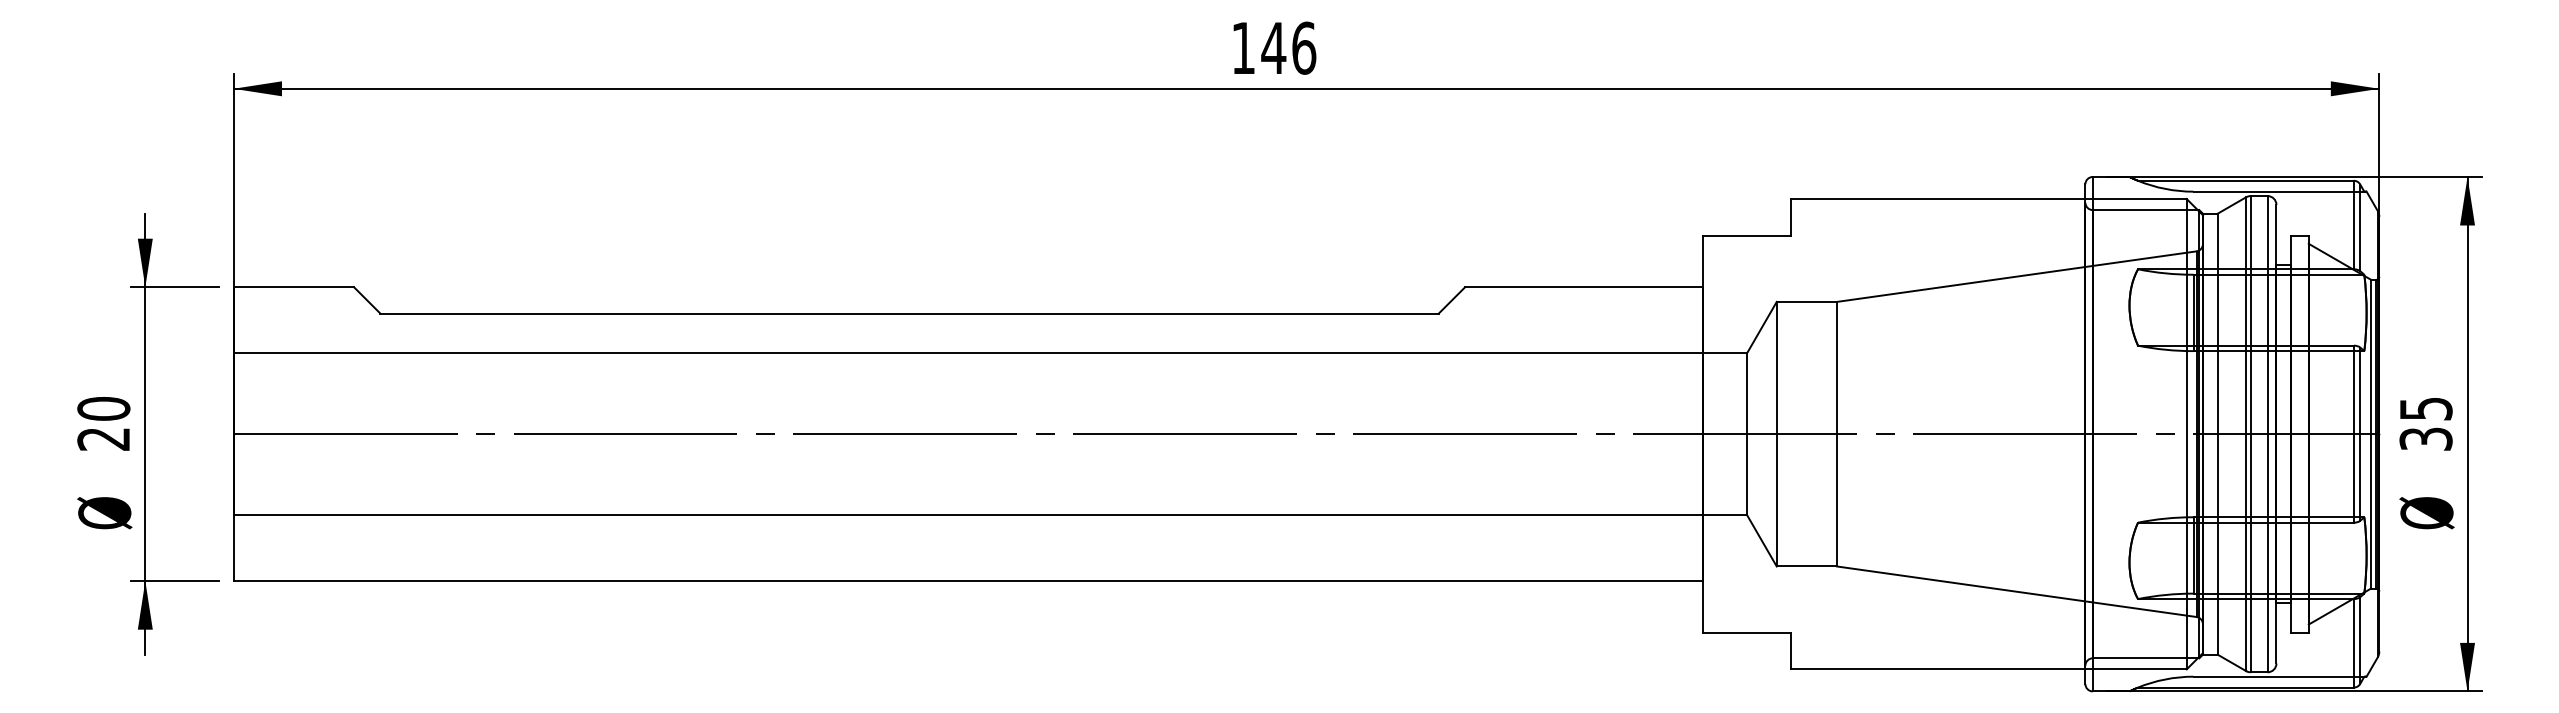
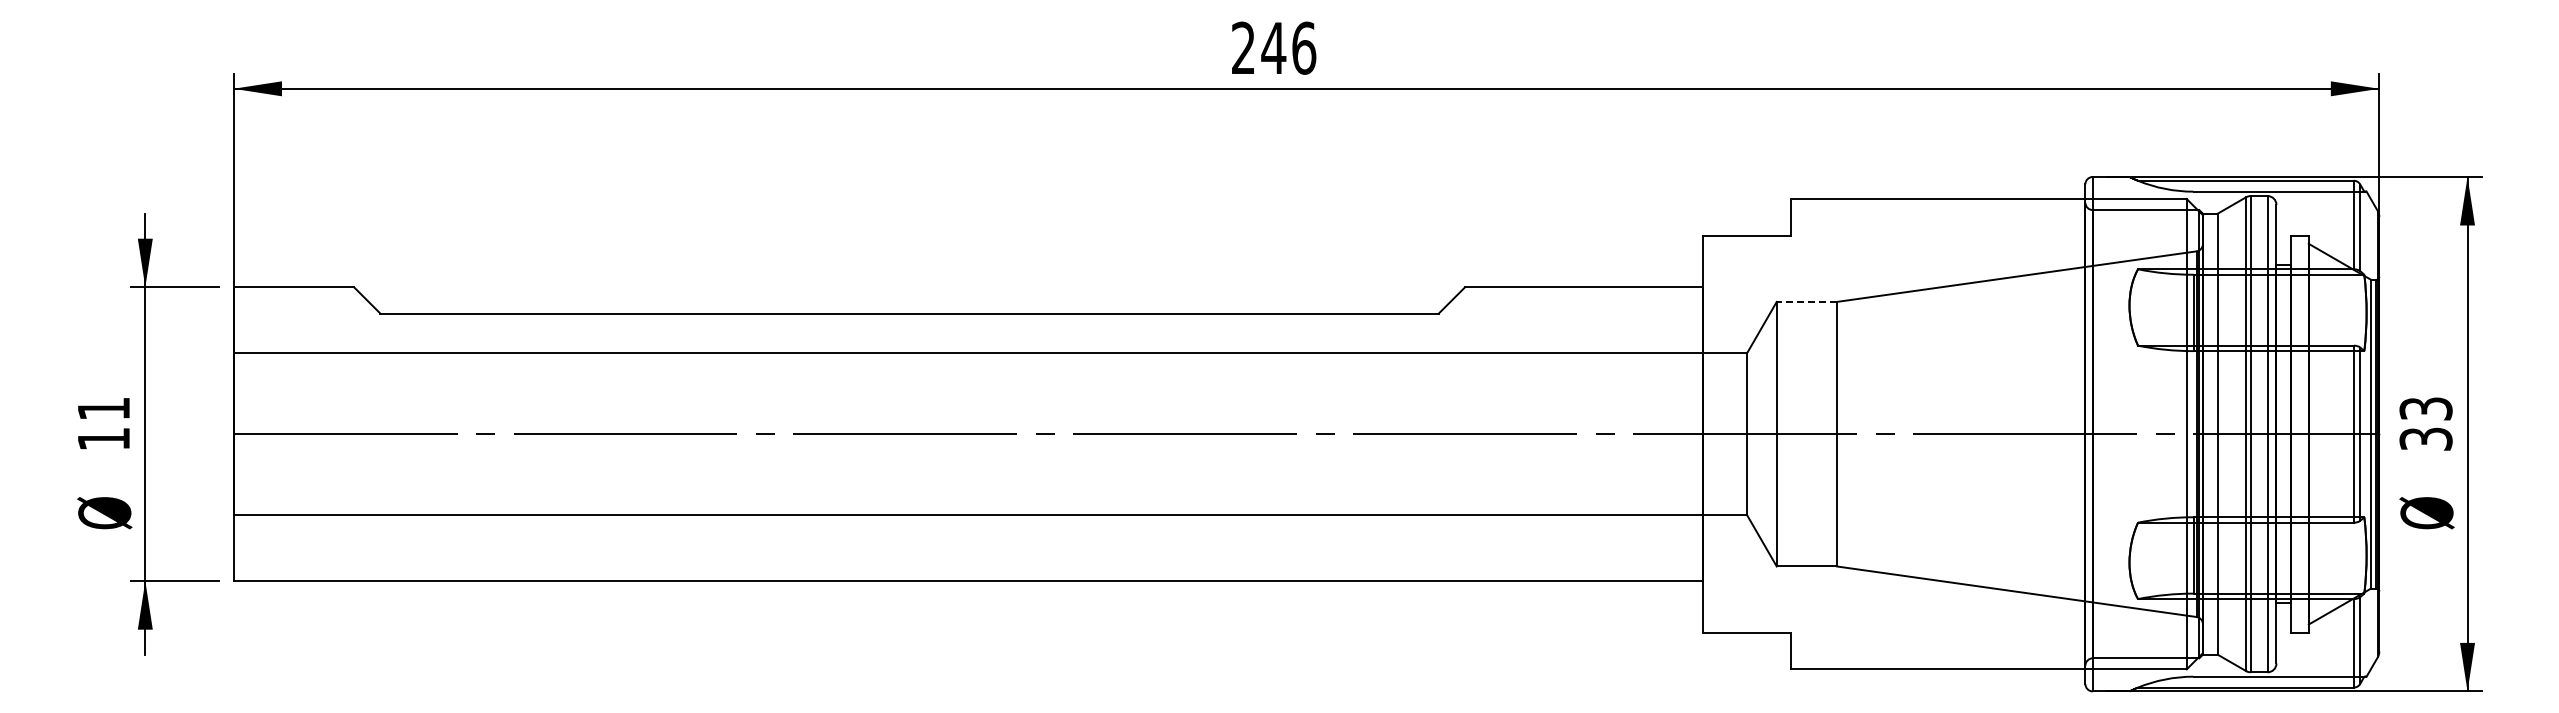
text at (1243, 47): 146 -> 246
line at (1806, 301): solid -> dashed
text at (2425, 408): 35 -> 33
text at (103, 423): 20 -> 11
